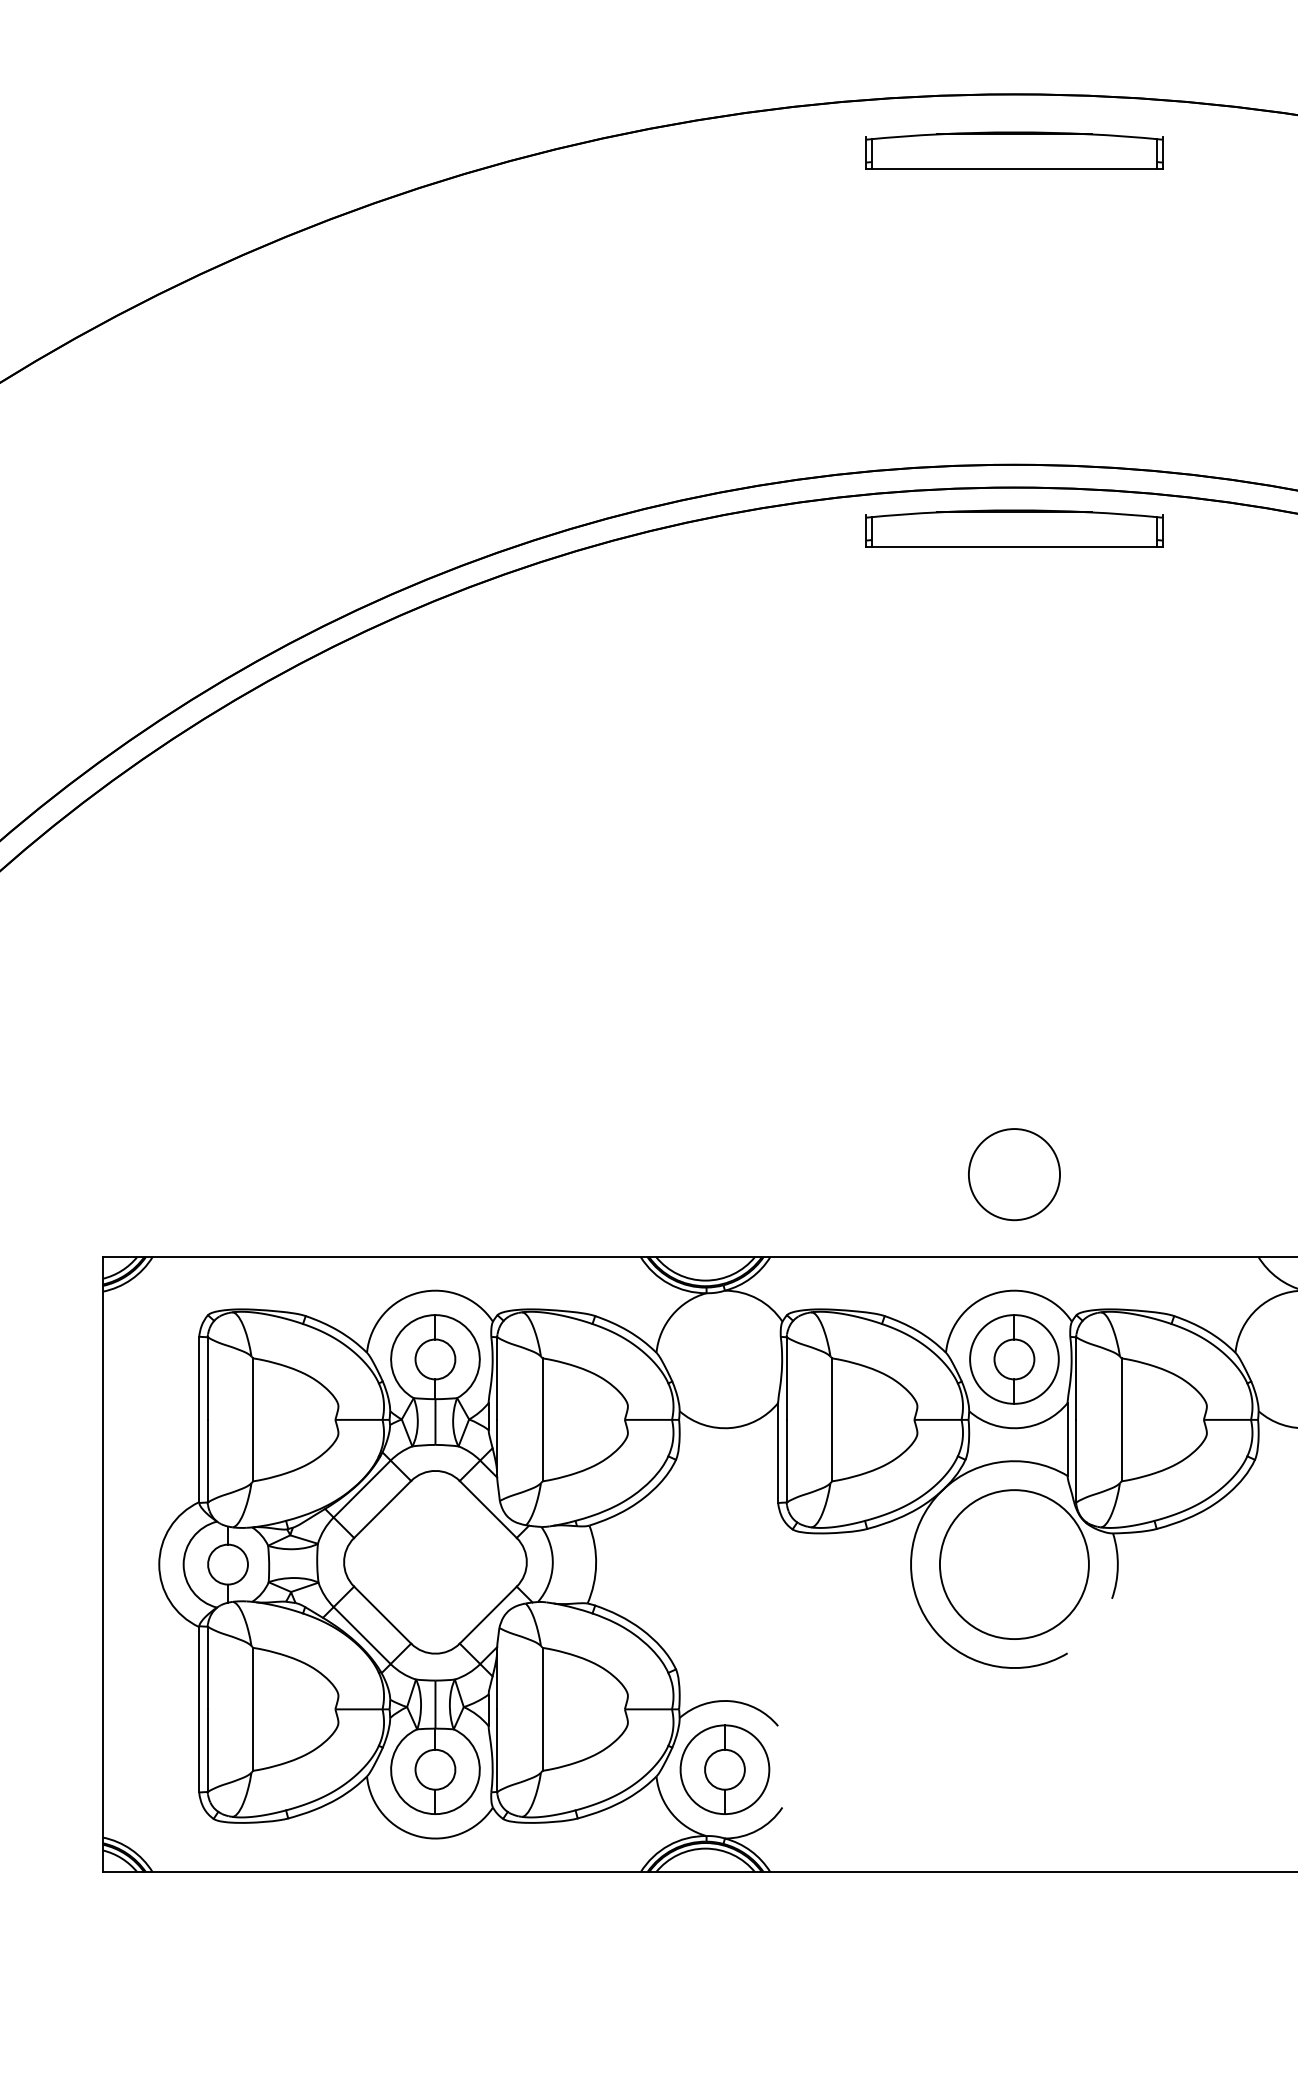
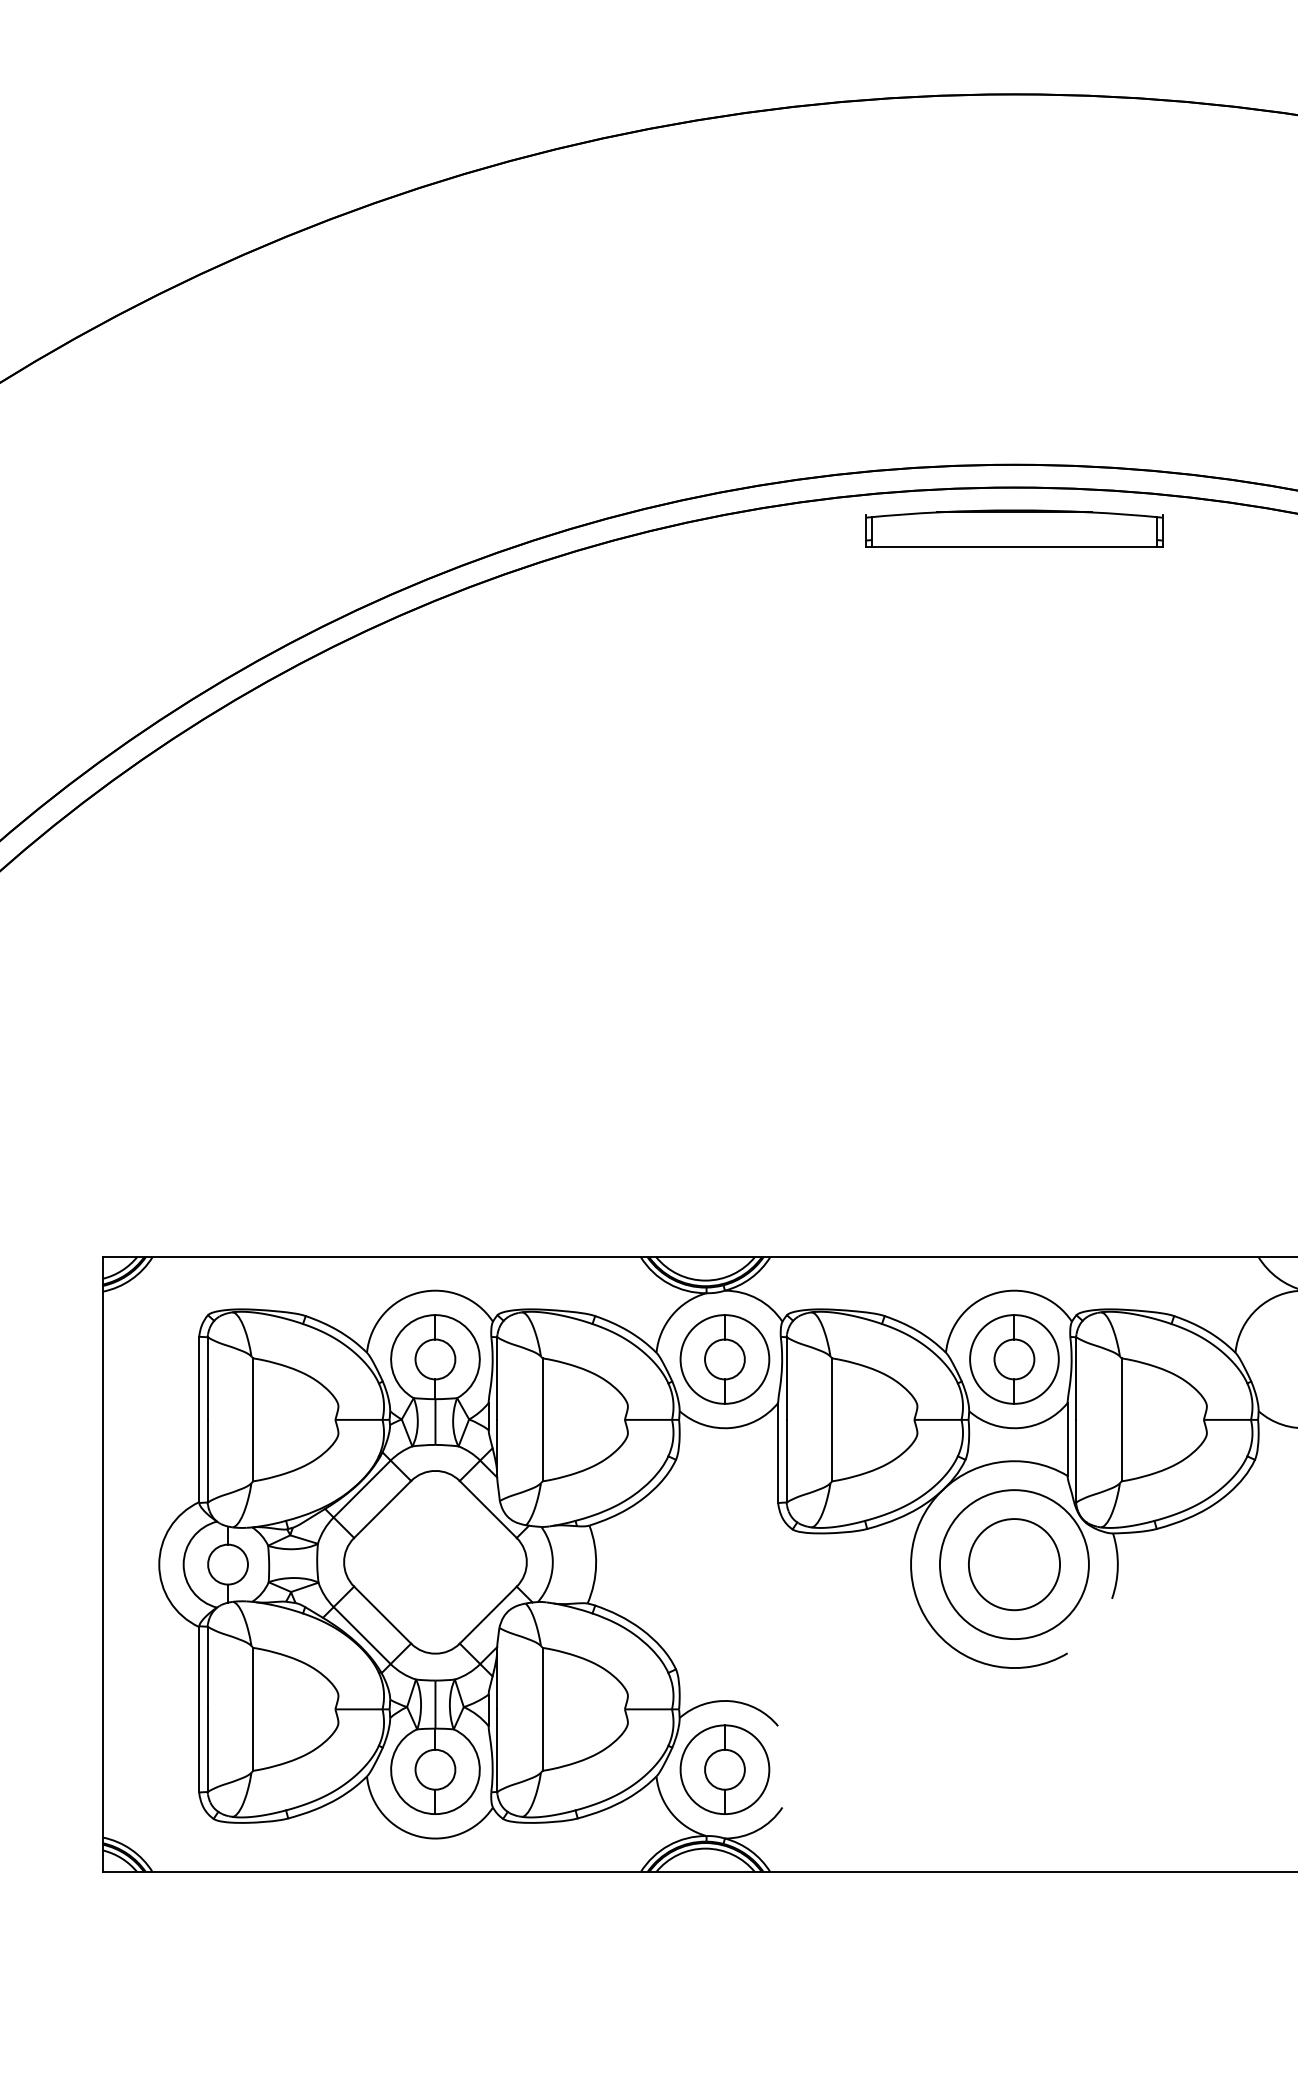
part at (1014, 150): present -> none
circle at (1014, 1174) position: (1014, 1174) -> (1014, 1564)
part at (724, 1359): none -> present
